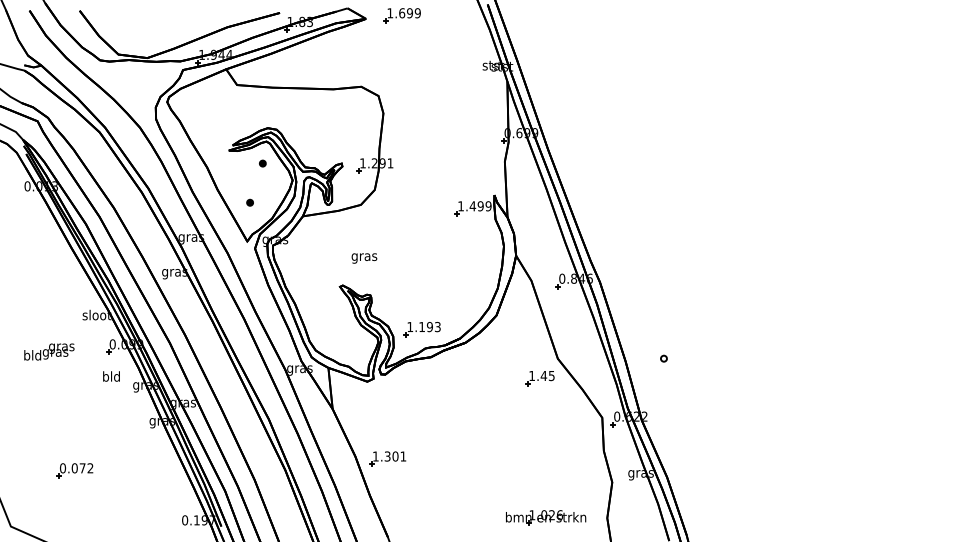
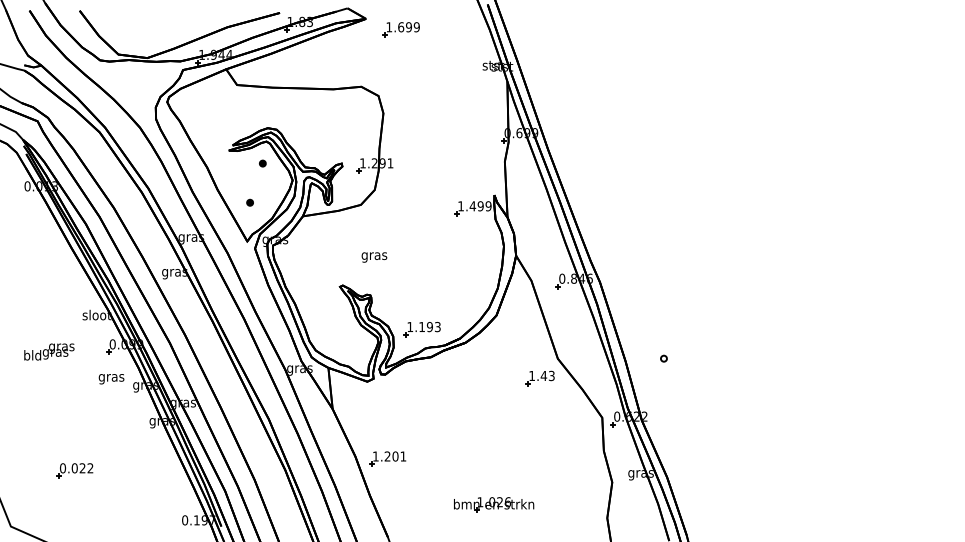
part at (401, 15) position: (401, 15) -> (400, 29)
text at (364, 258) position: (364, 258) -> (374, 257)
text at (551, 375): 1.45 -> 1.43
text at (111, 377): bld -> gras
text at (387, 456): 1.301 -> 1.201
text at (82, 468): 0.072 -> 0.022
part at (546, 517) position: (546, 517) -> (494, 504)
